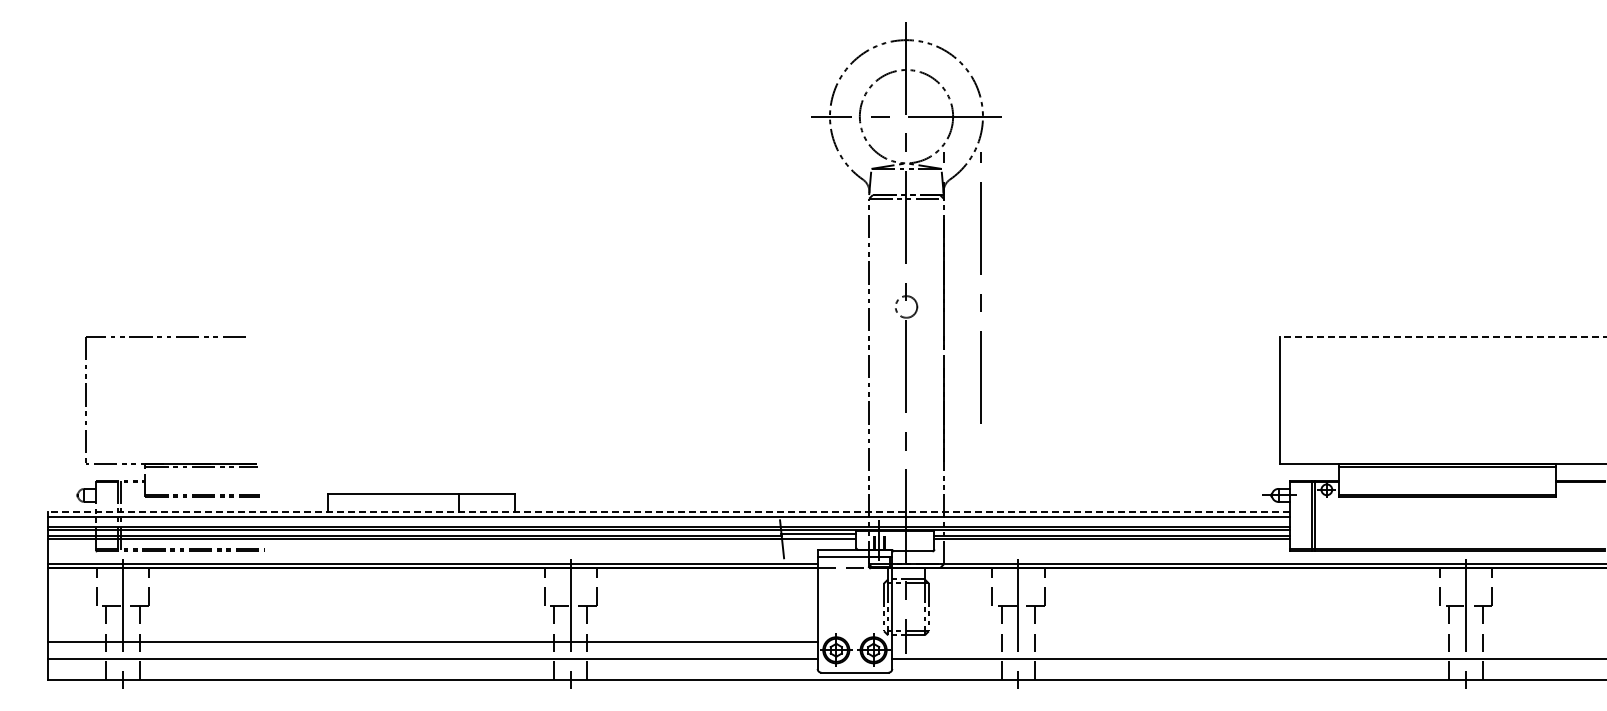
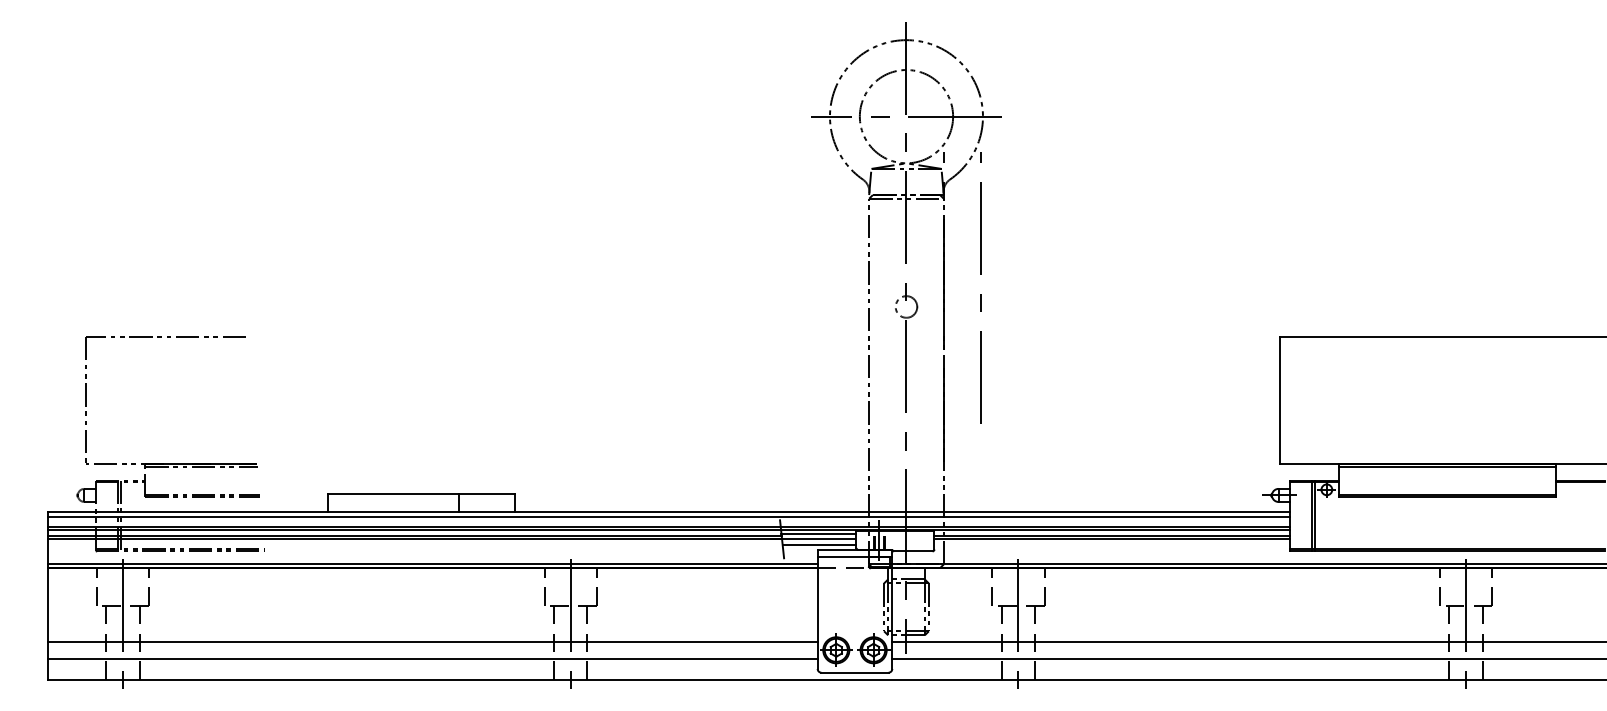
line at (1442, 336): dashed -> solid
line at (668, 512): dashed -> solid
line at (819, 544): none -> present
line at (1247, 641): none -> present
